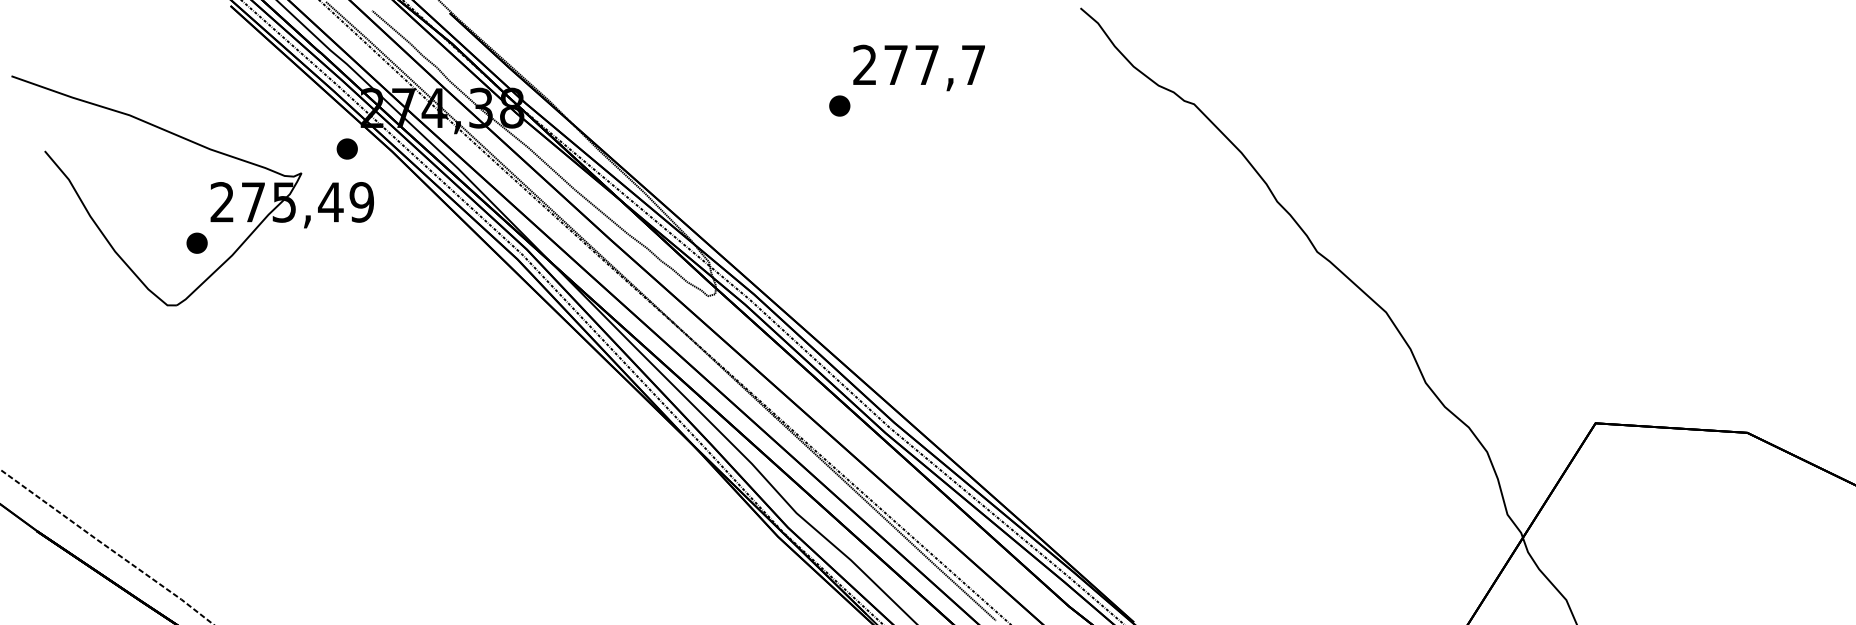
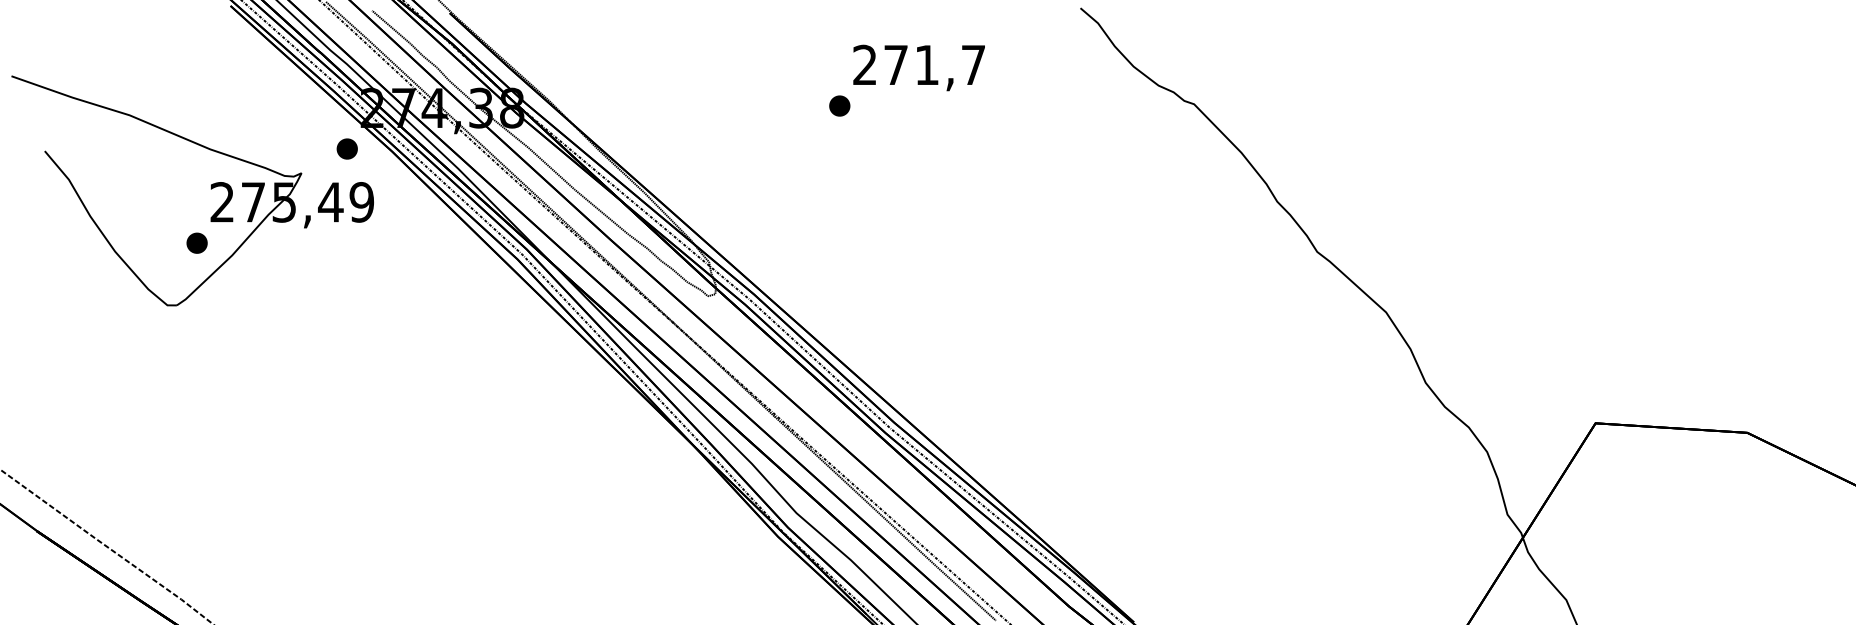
text at (926, 64): 277,7 -> 271,7
